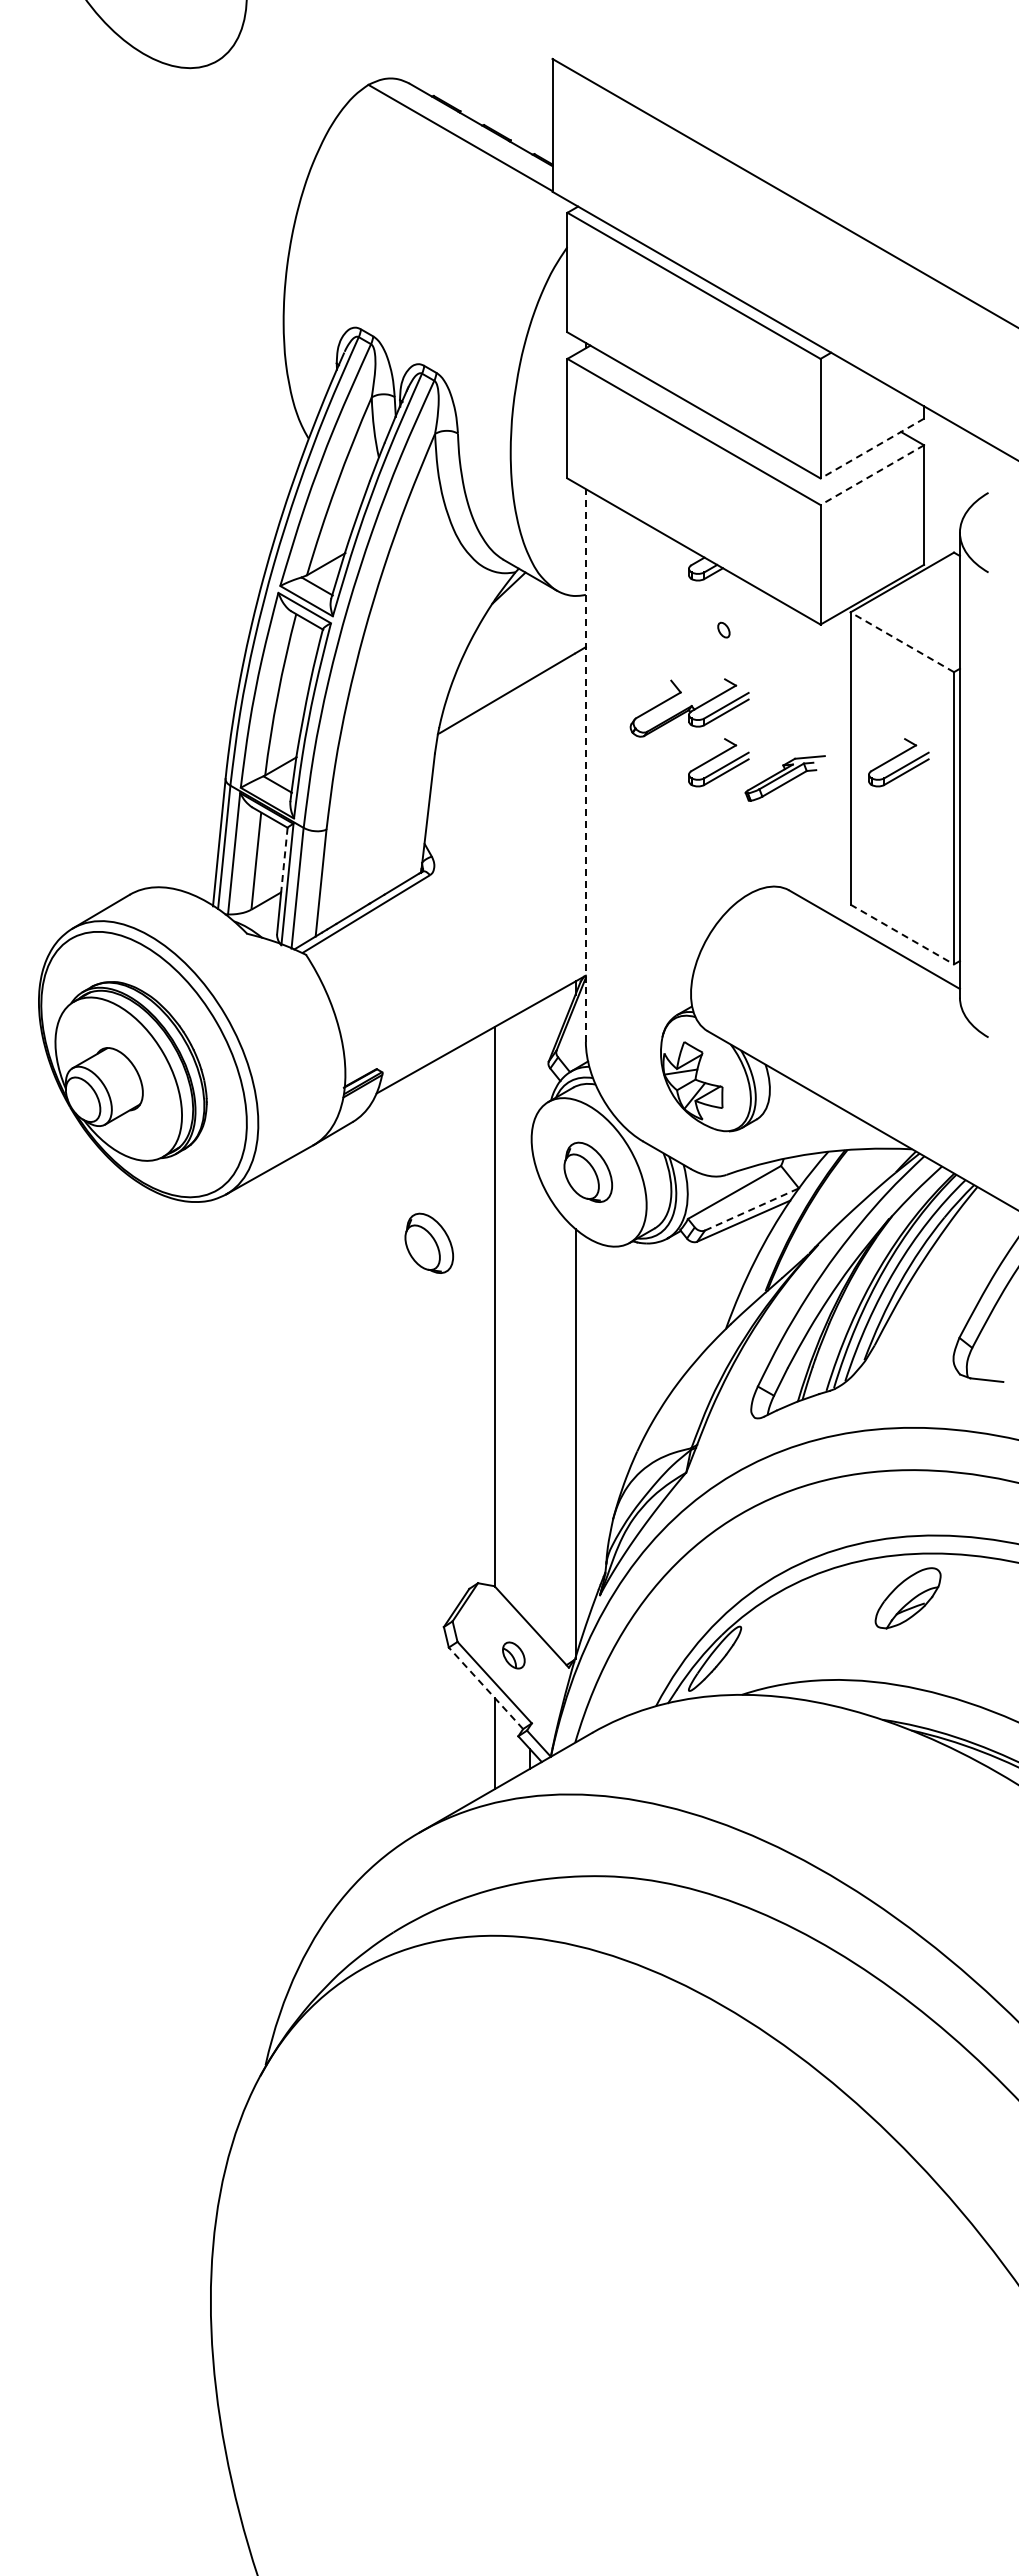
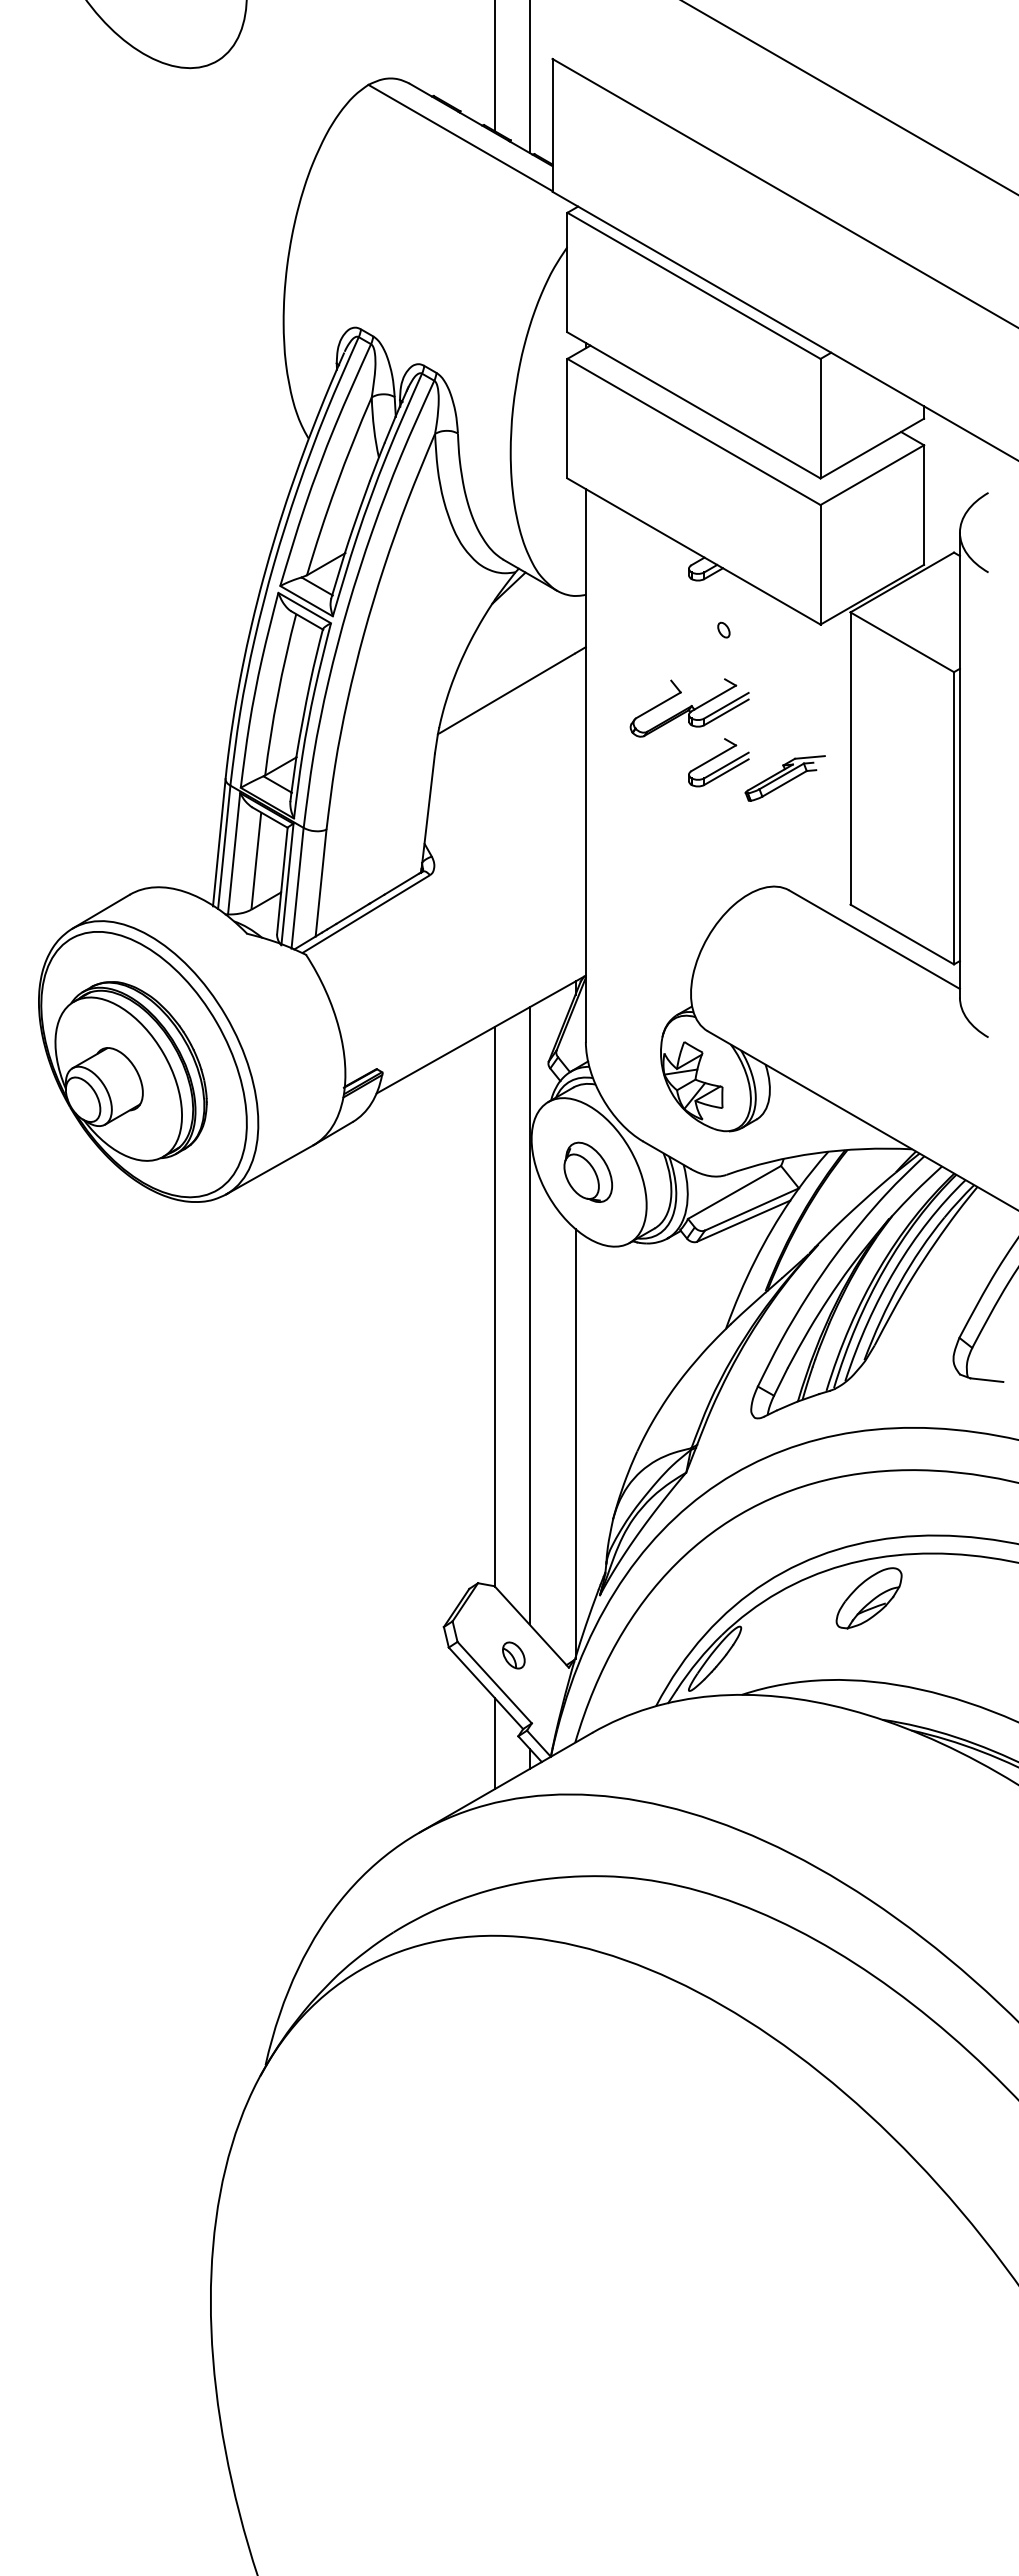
line at (494, 66): none -> present
line at (529, 77): none -> present
line at (849, 97): none -> present
line at (872, 448): dashed -> solid
line at (872, 475): dashed -> solid
line at (902, 642): dashed -> solid
part at (898, 762): present -> none
line at (585, 765): dashed -> solid
line at (284, 860): dashed -> solid
line at (902, 934): dashed -> solid
line at (752, 1209): dashed -> solid
part at (429, 1242): present -> none
line at (529, 1315): none -> present
part at (907, 1598) position: (907, 1598) -> (868, 1598)
line at (485, 1687): dashed -> solid
